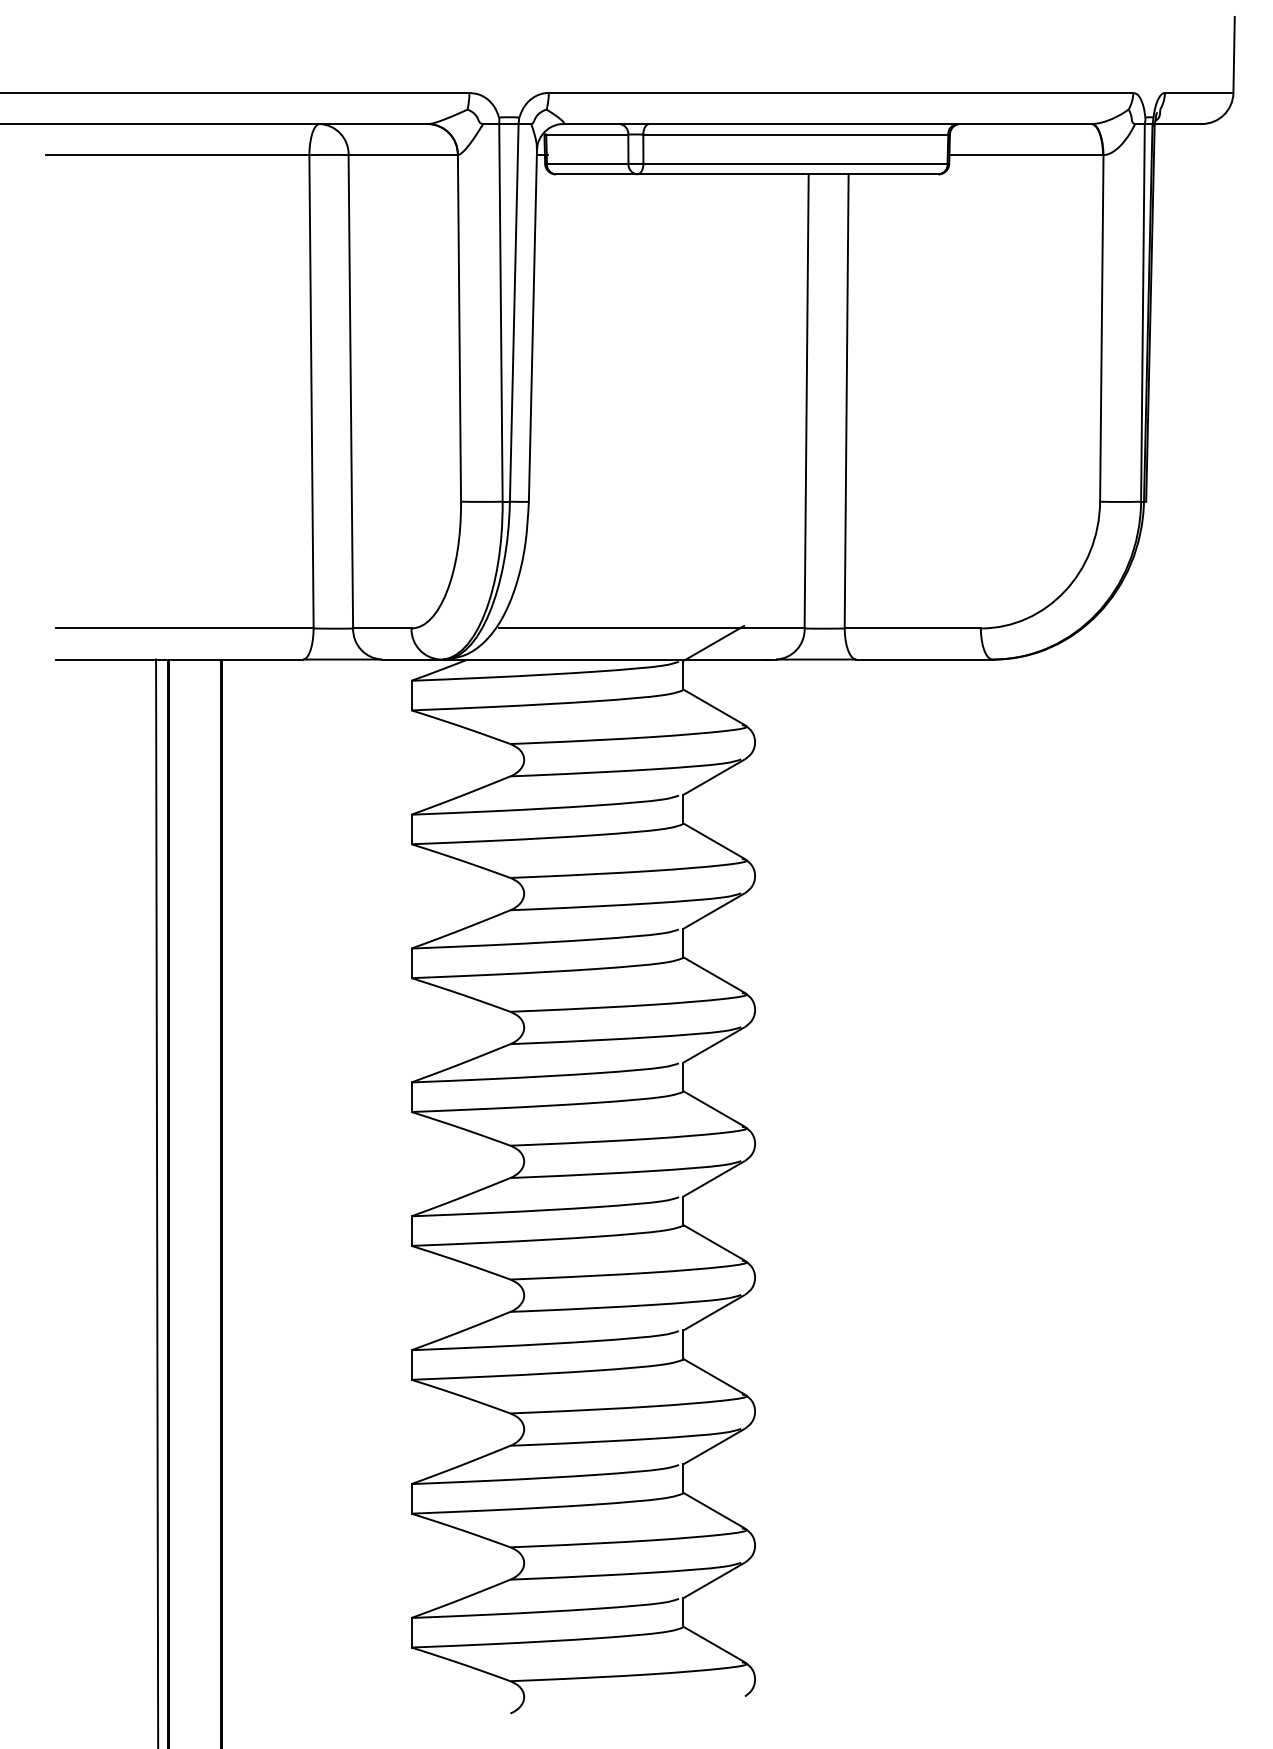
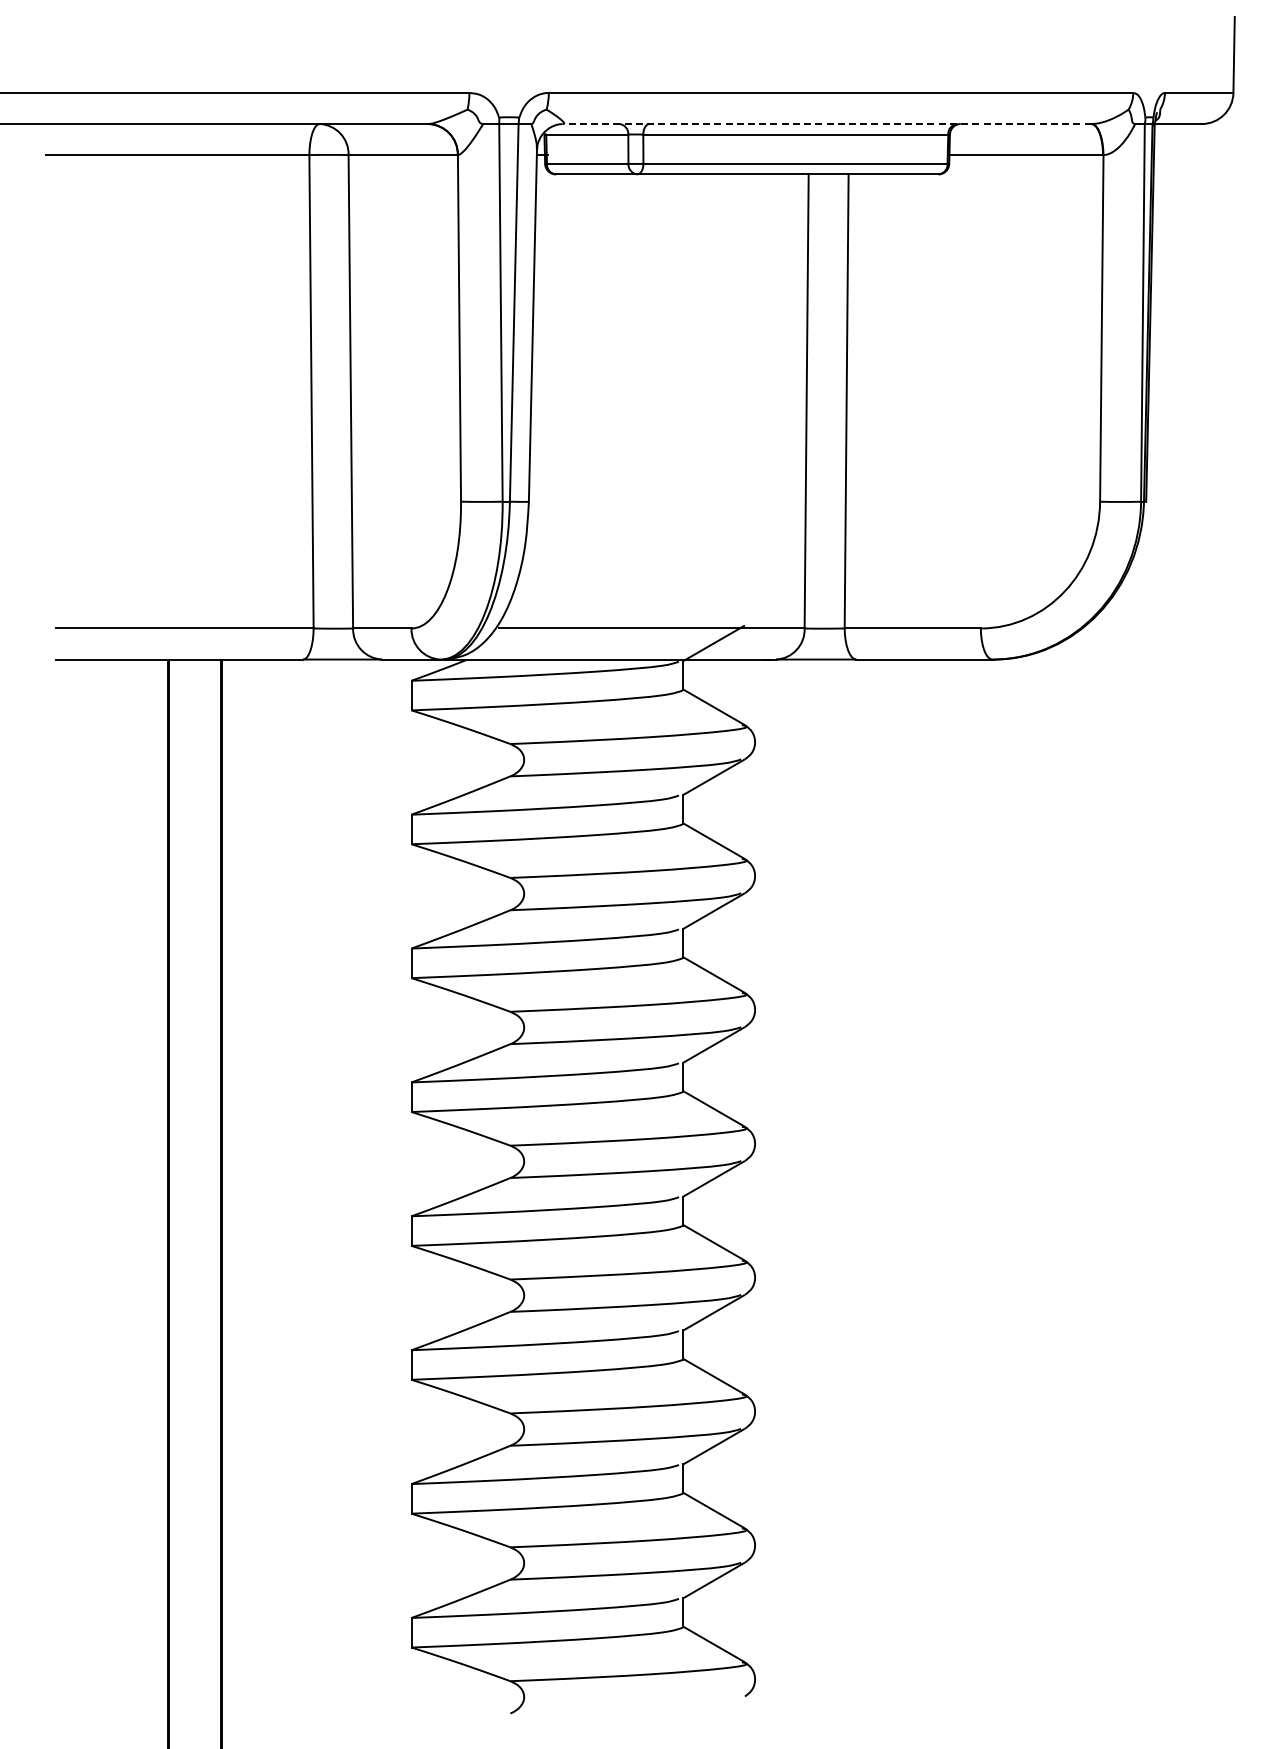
line at (826, 124): solid -> dashed
line at (157, 1202): present -> none
